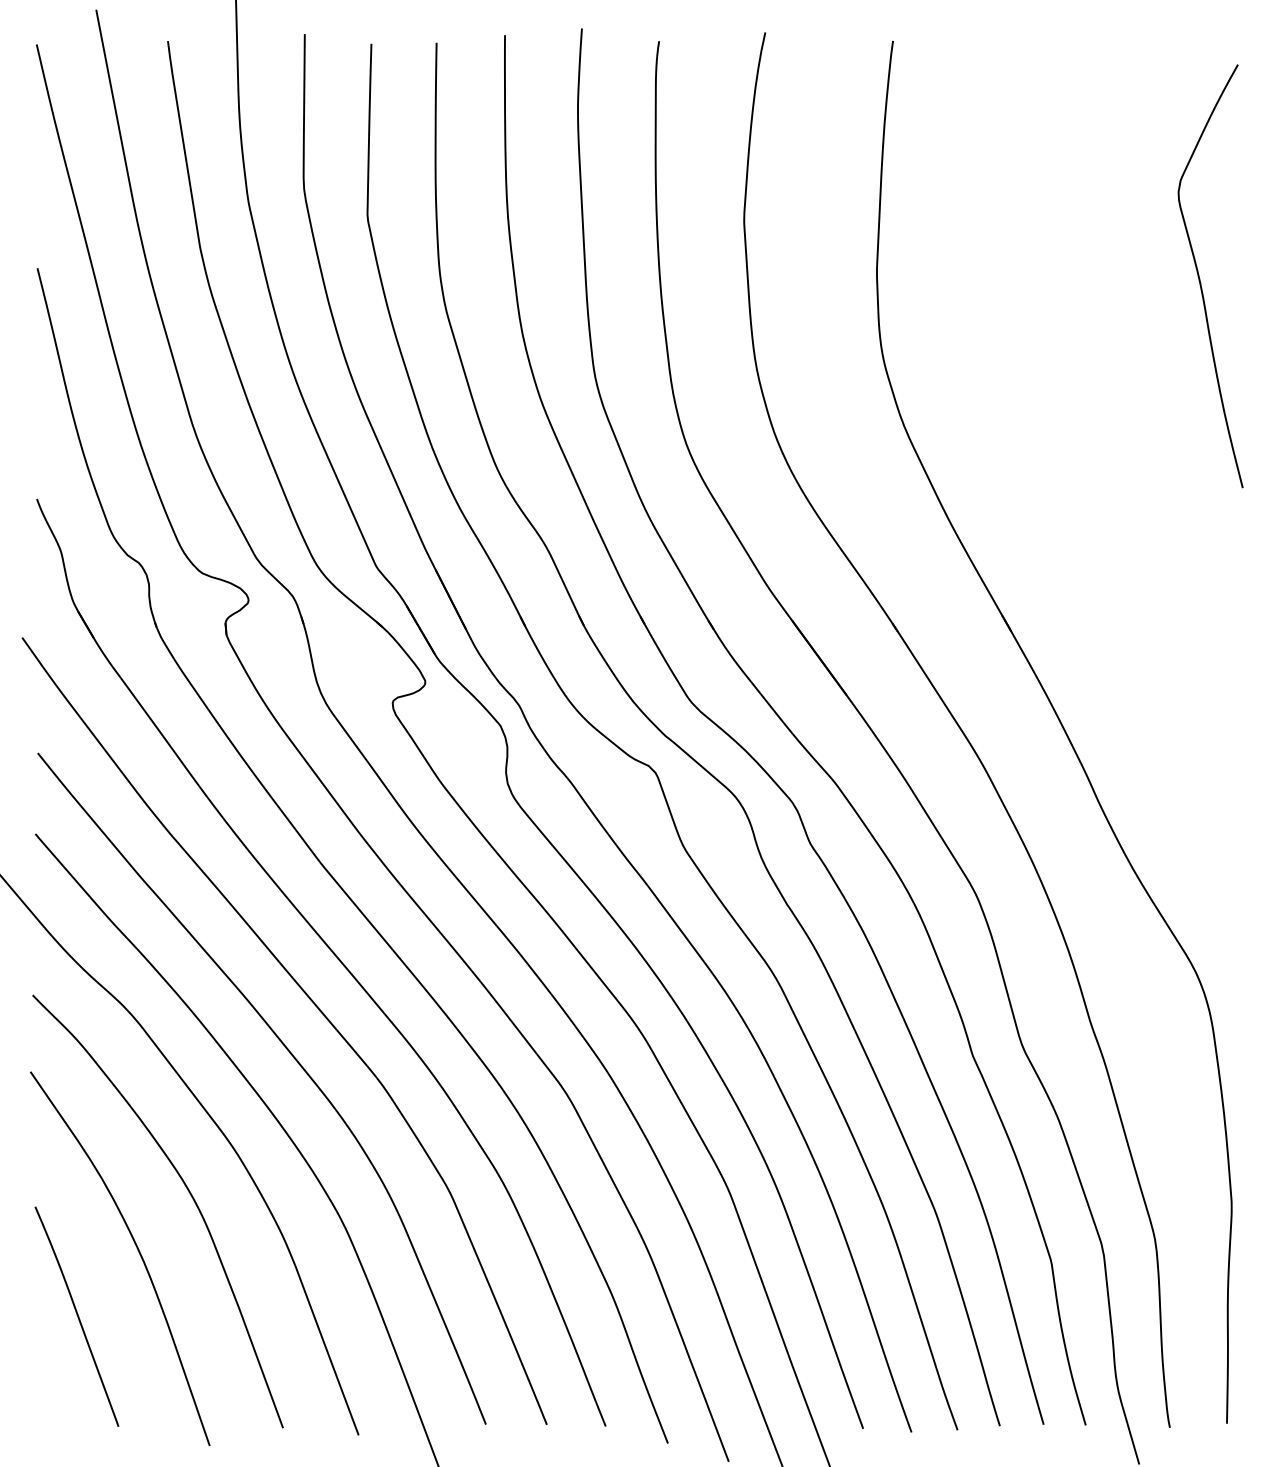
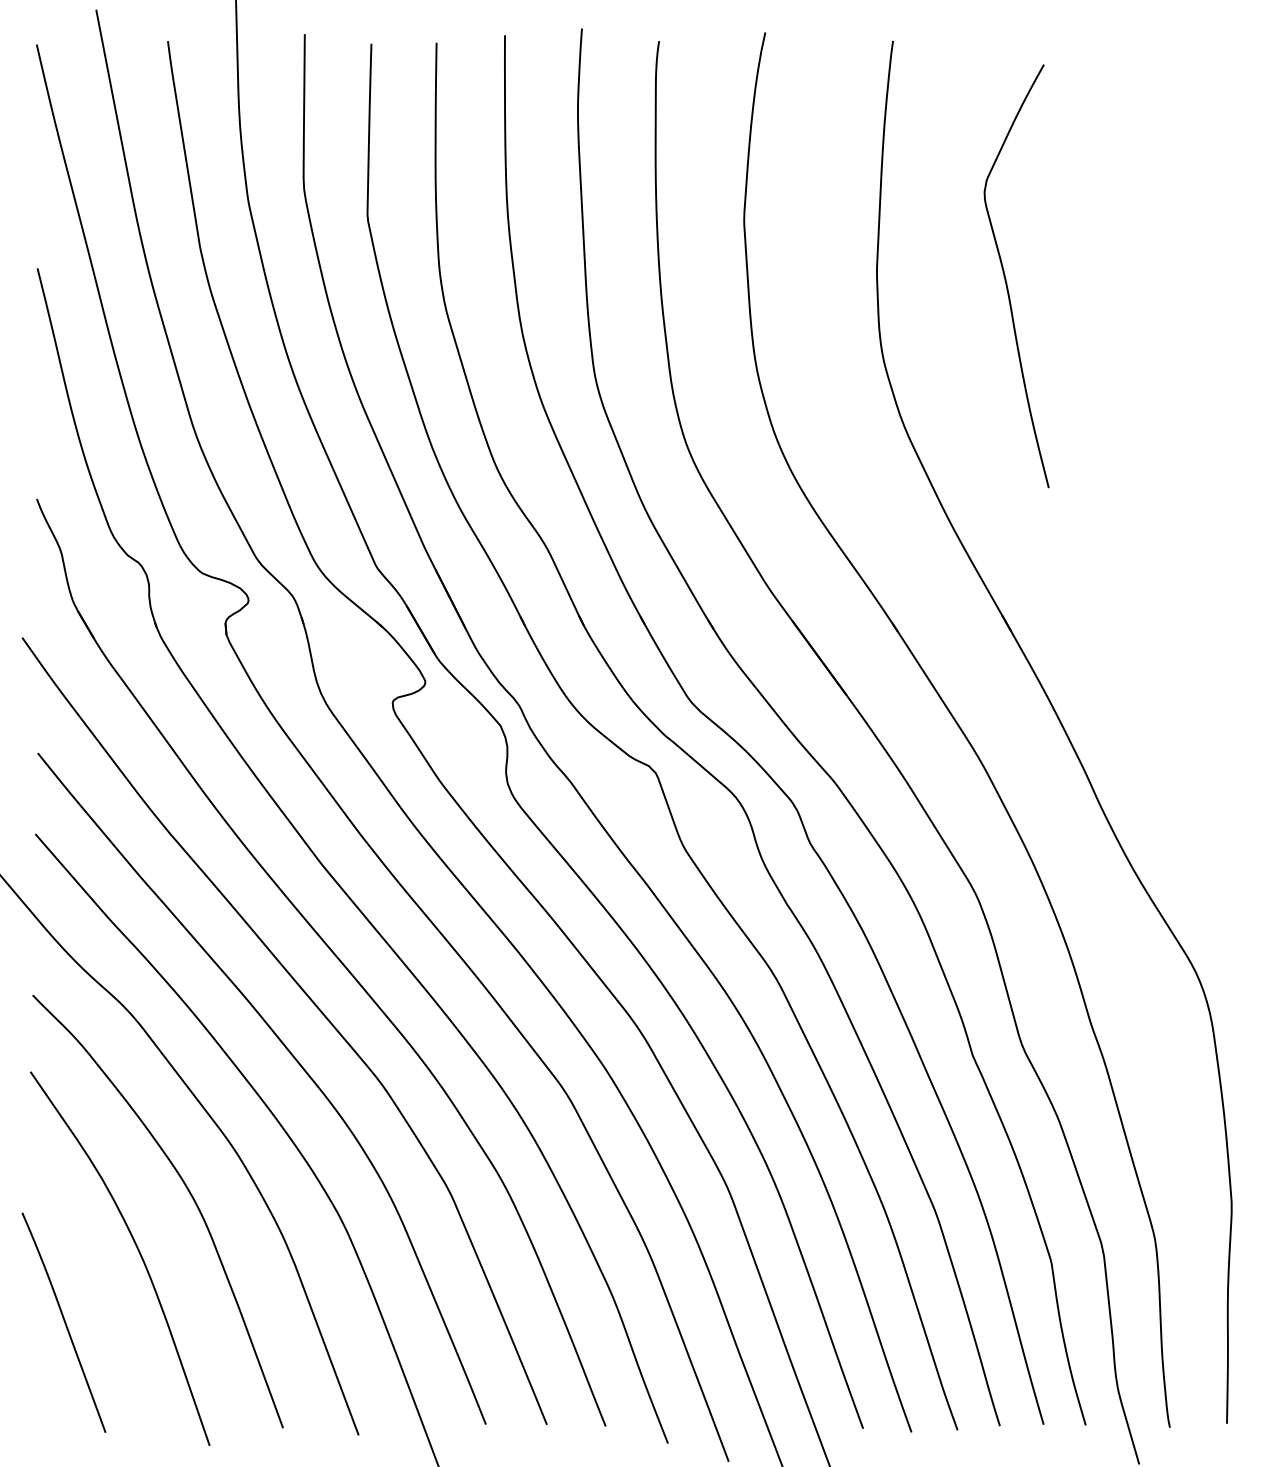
curve at (1200, 278) position: (1200, 278) -> (1006, 278)
curve at (76, 1315) position: (76, 1315) -> (63, 1321)
